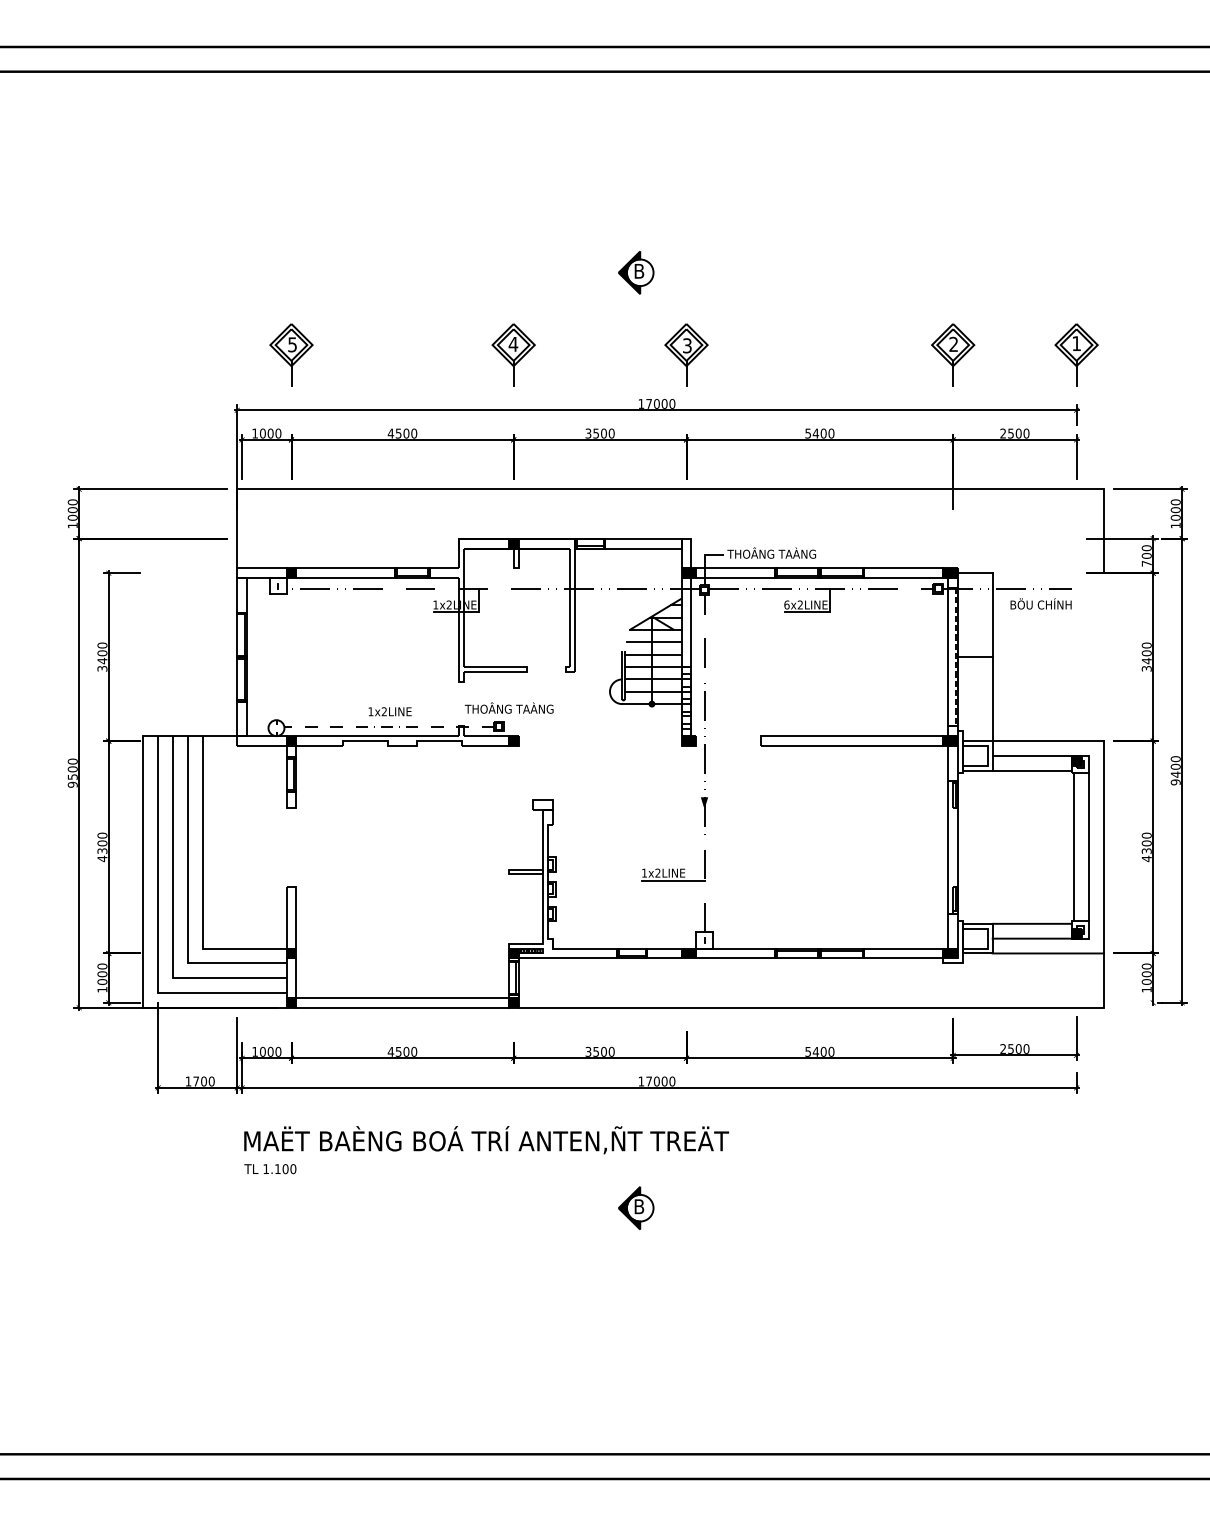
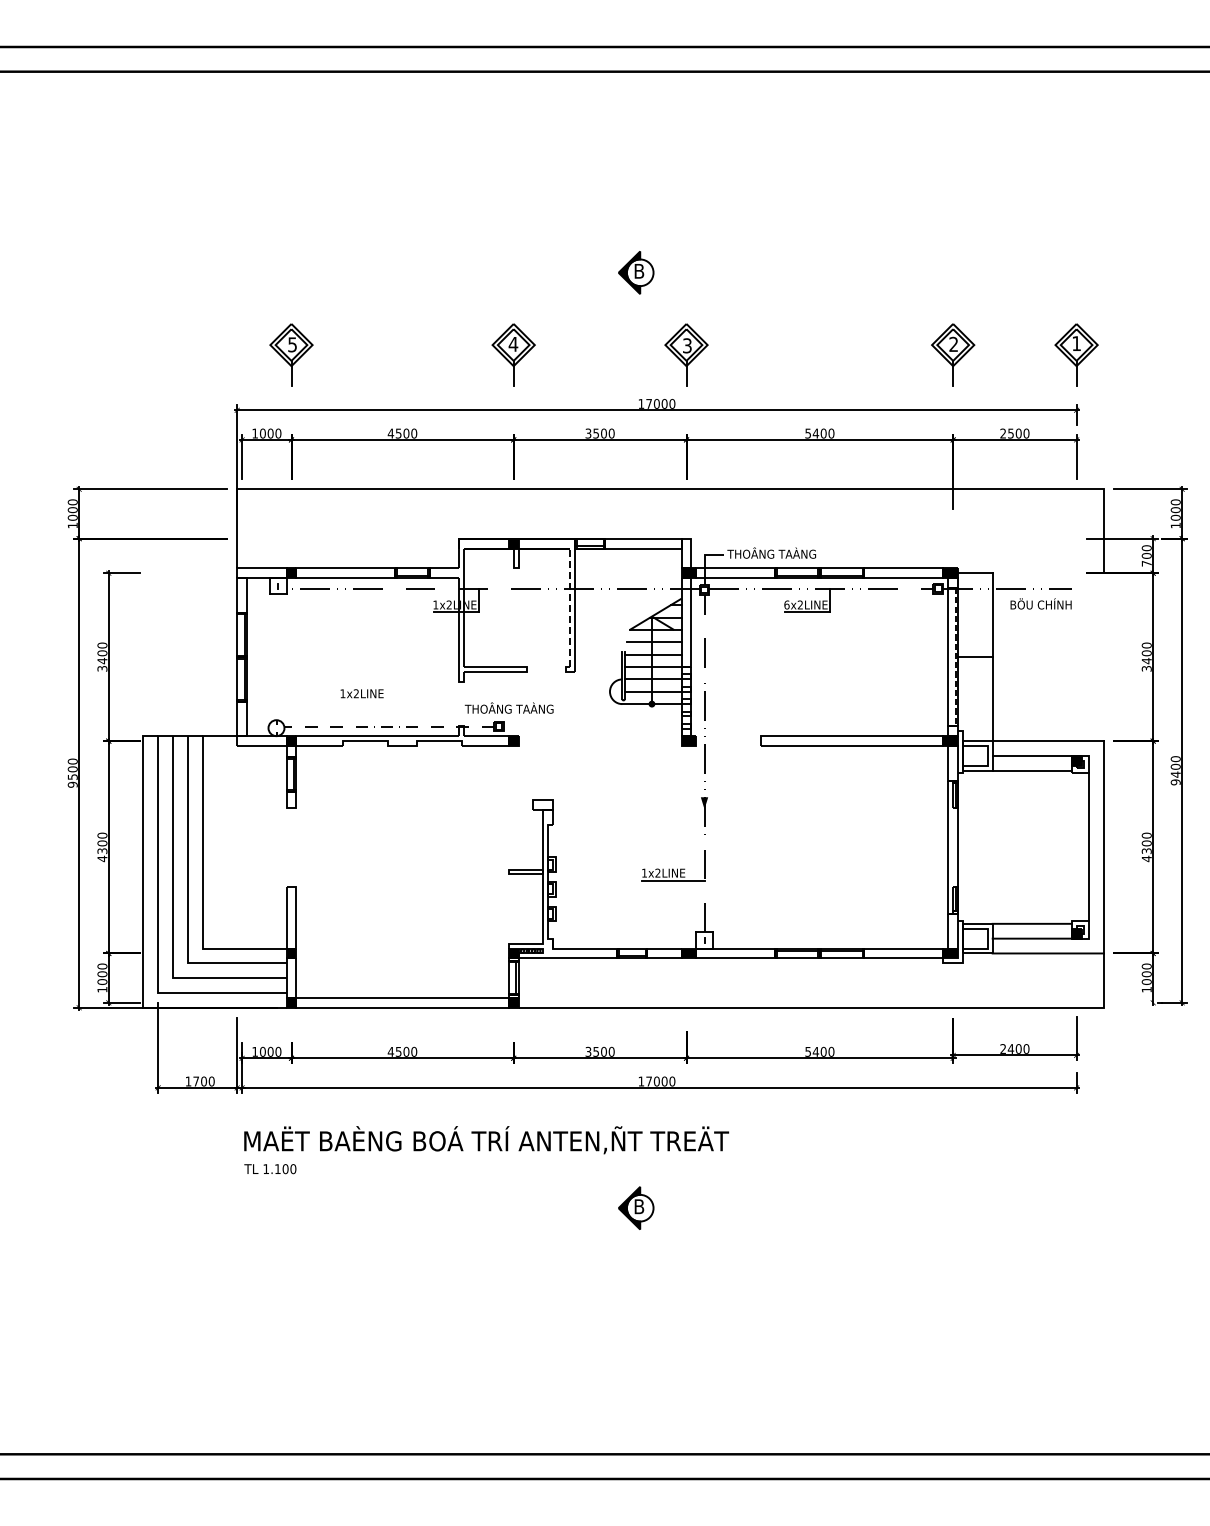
line at (570, 607): solid -> dashed
text at (389, 711) position: (389, 711) -> (361, 693)
line at (1074, 847): present -> none
text at (1010, 1048): 2500 -> 2400
